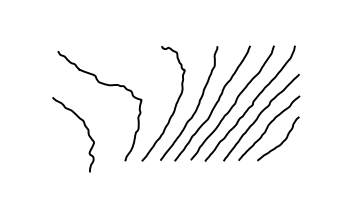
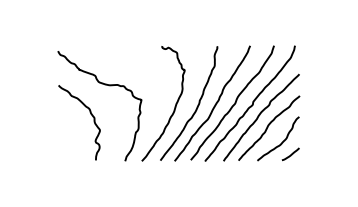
curve at (84, 126) position: (84, 126) -> (90, 114)
curve at (290, 154): none -> present
